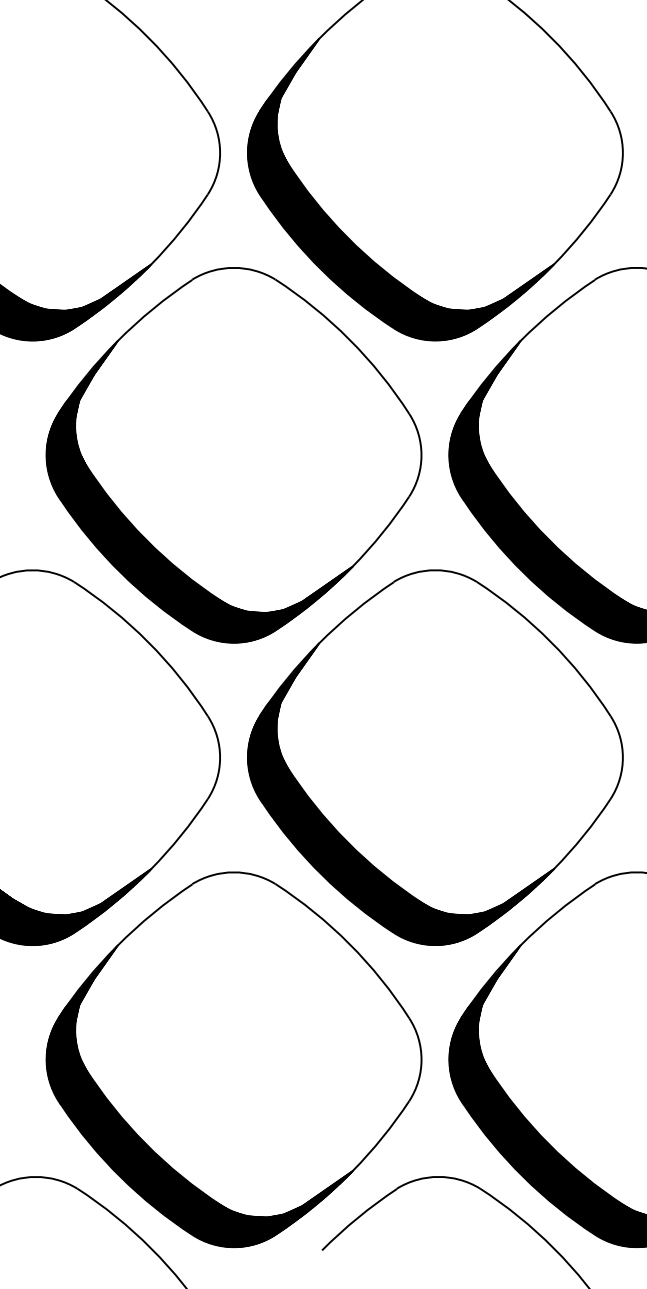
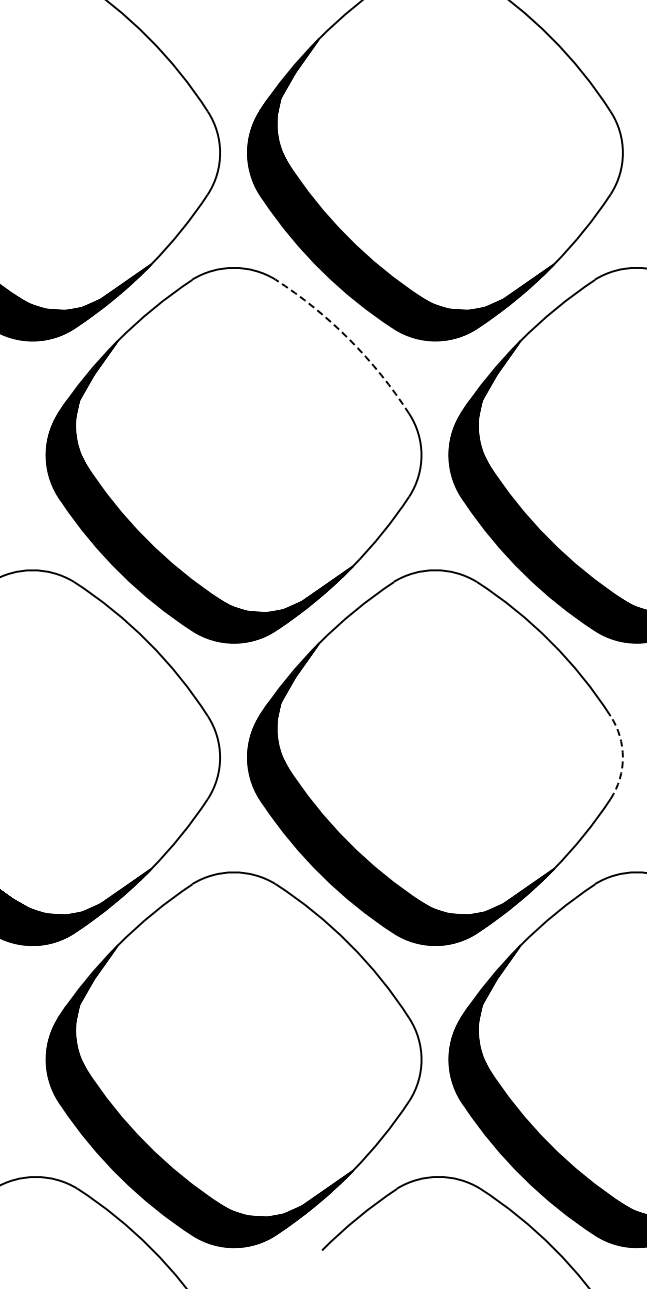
arc at (349, 339): solid -> dashed
arc at (622, 757): solid -> dashed
